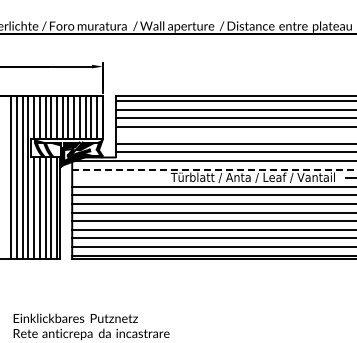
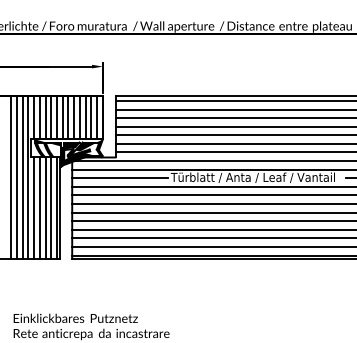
line at (234, 135): none -> present
line at (214, 169): dashed -> solid
line at (119, 178): none -> present
